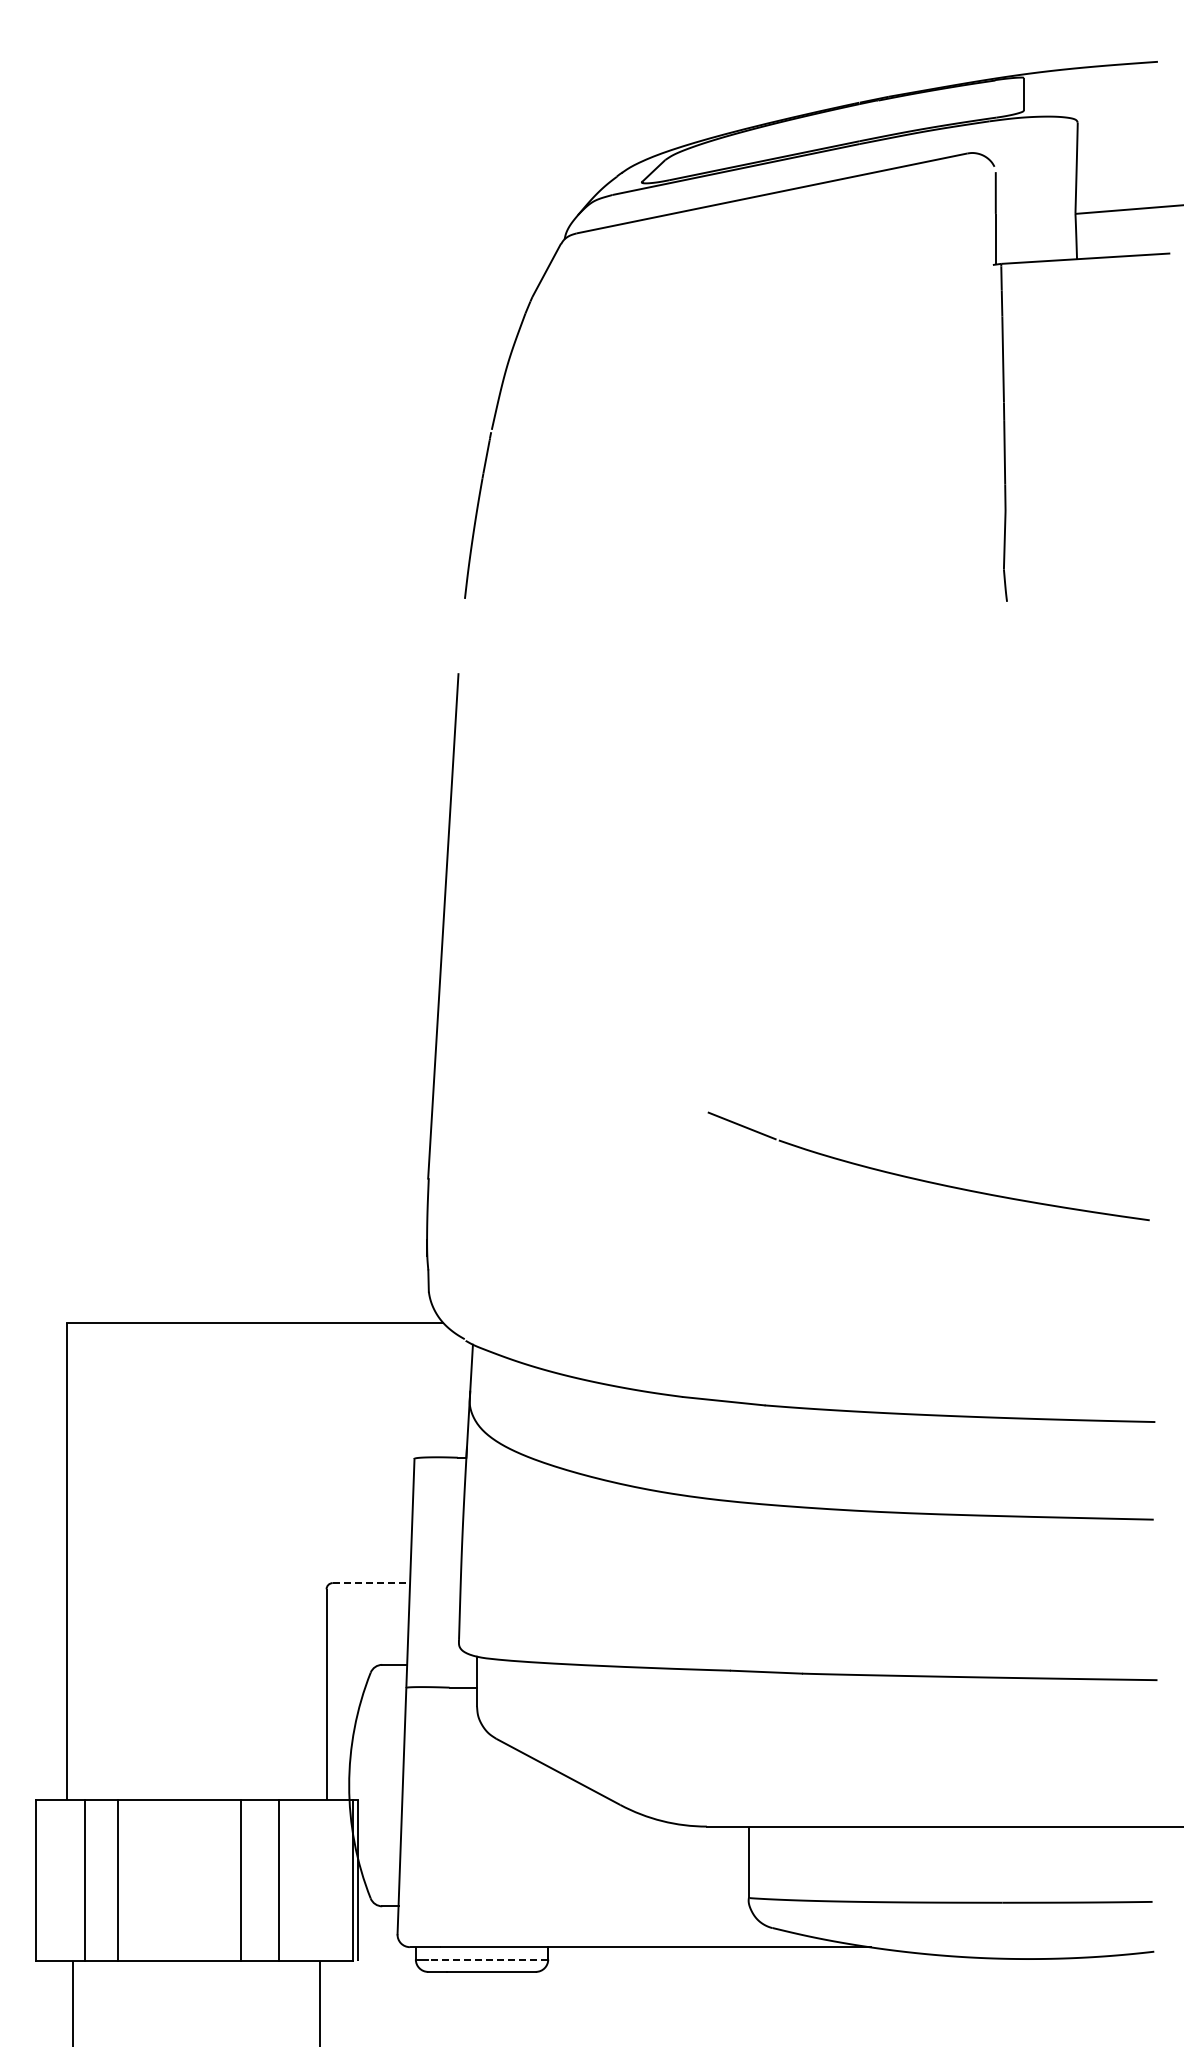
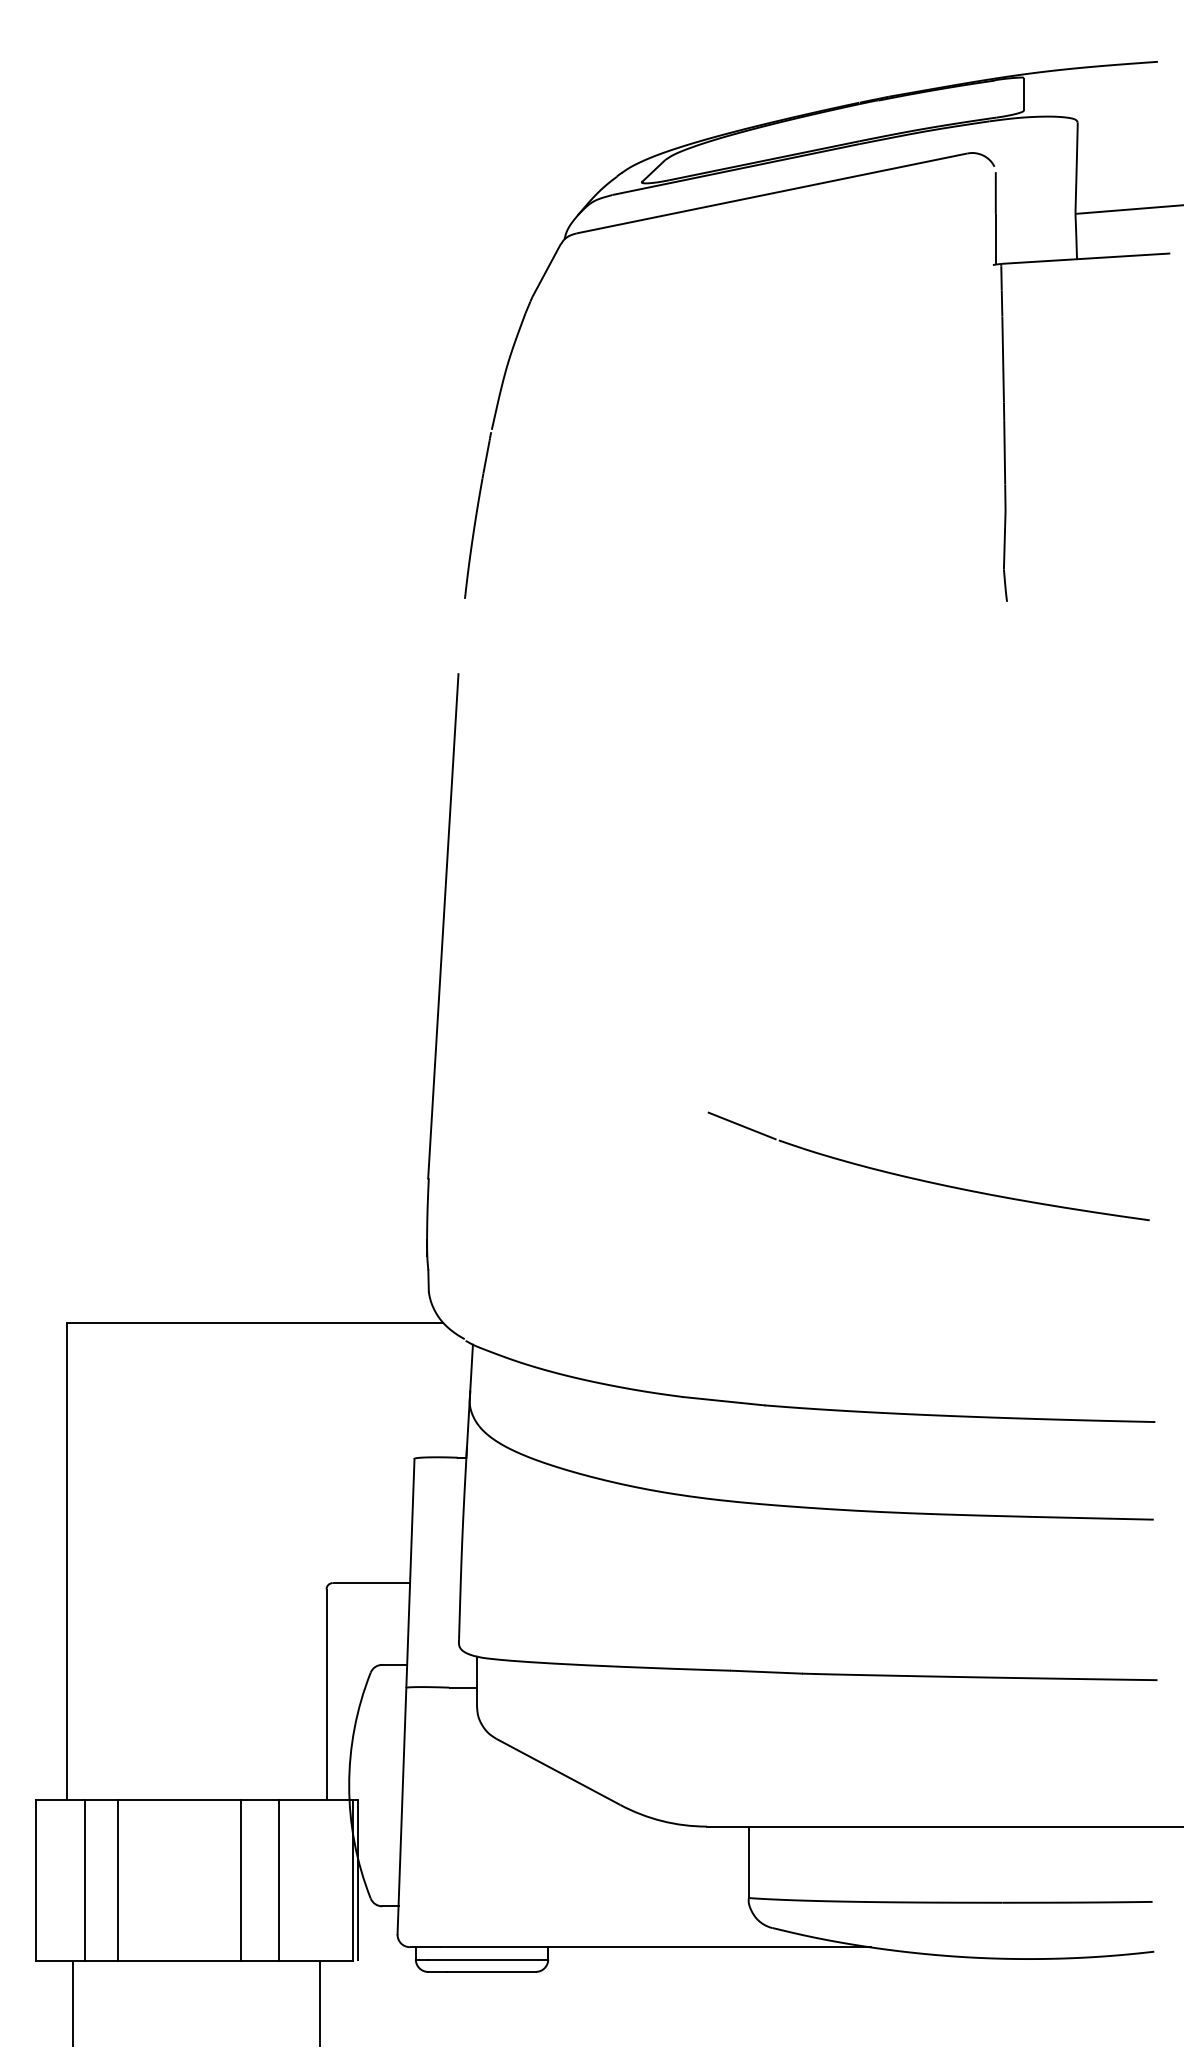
line at (371, 1583): dashed -> solid
line at (488, 1959): dashed -> solid
